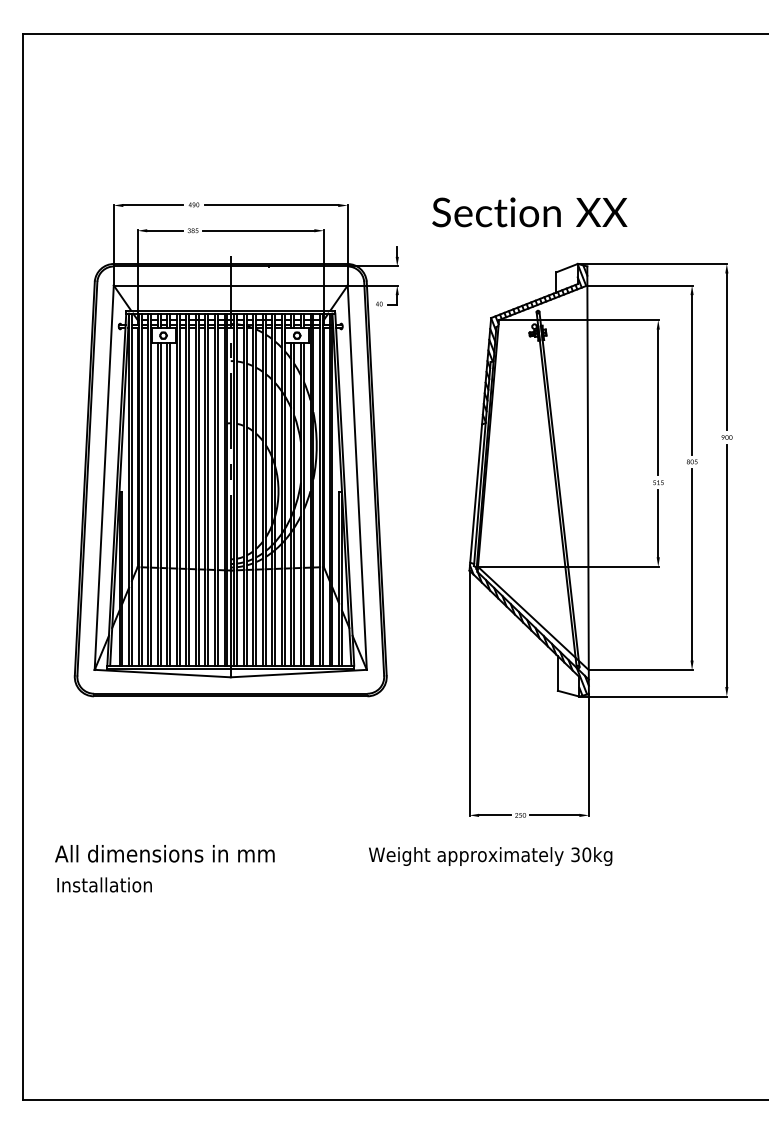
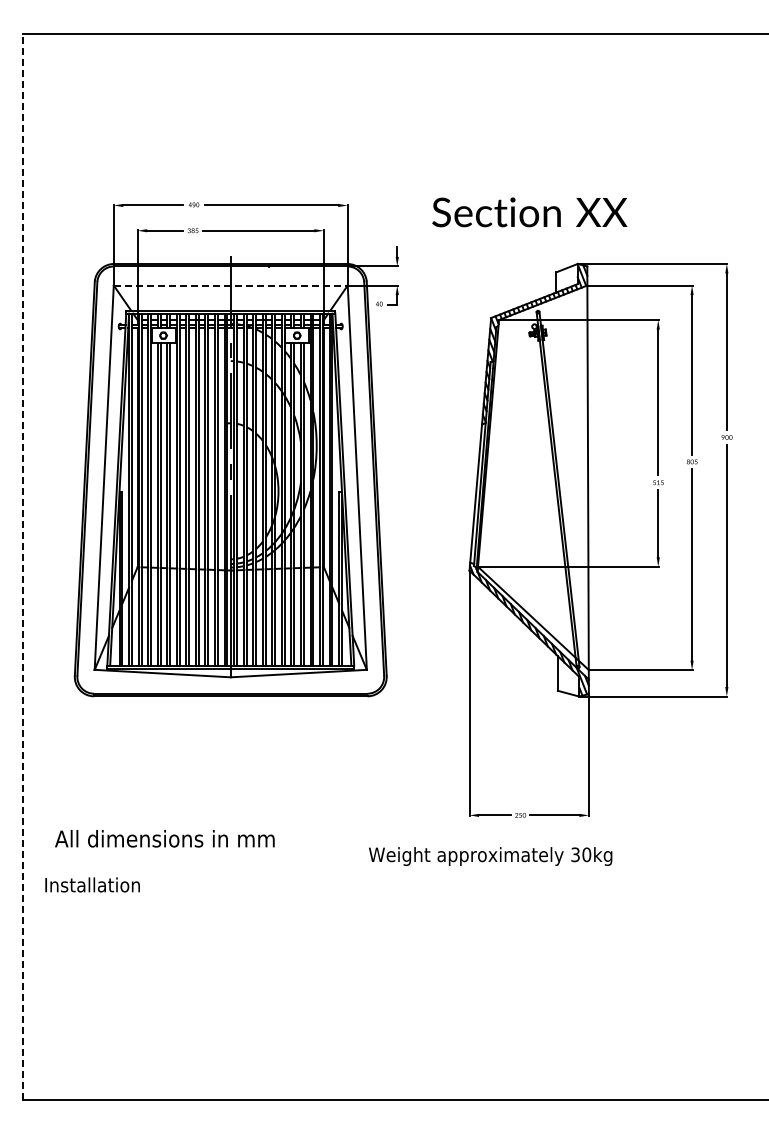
line at (230, 285): solid -> dashed
line at (22, 567): solid -> dashed
text at (164, 853) position: (164, 853) -> (164, 838)
text at (104, 884) position: (104, 884) -> (92, 884)
